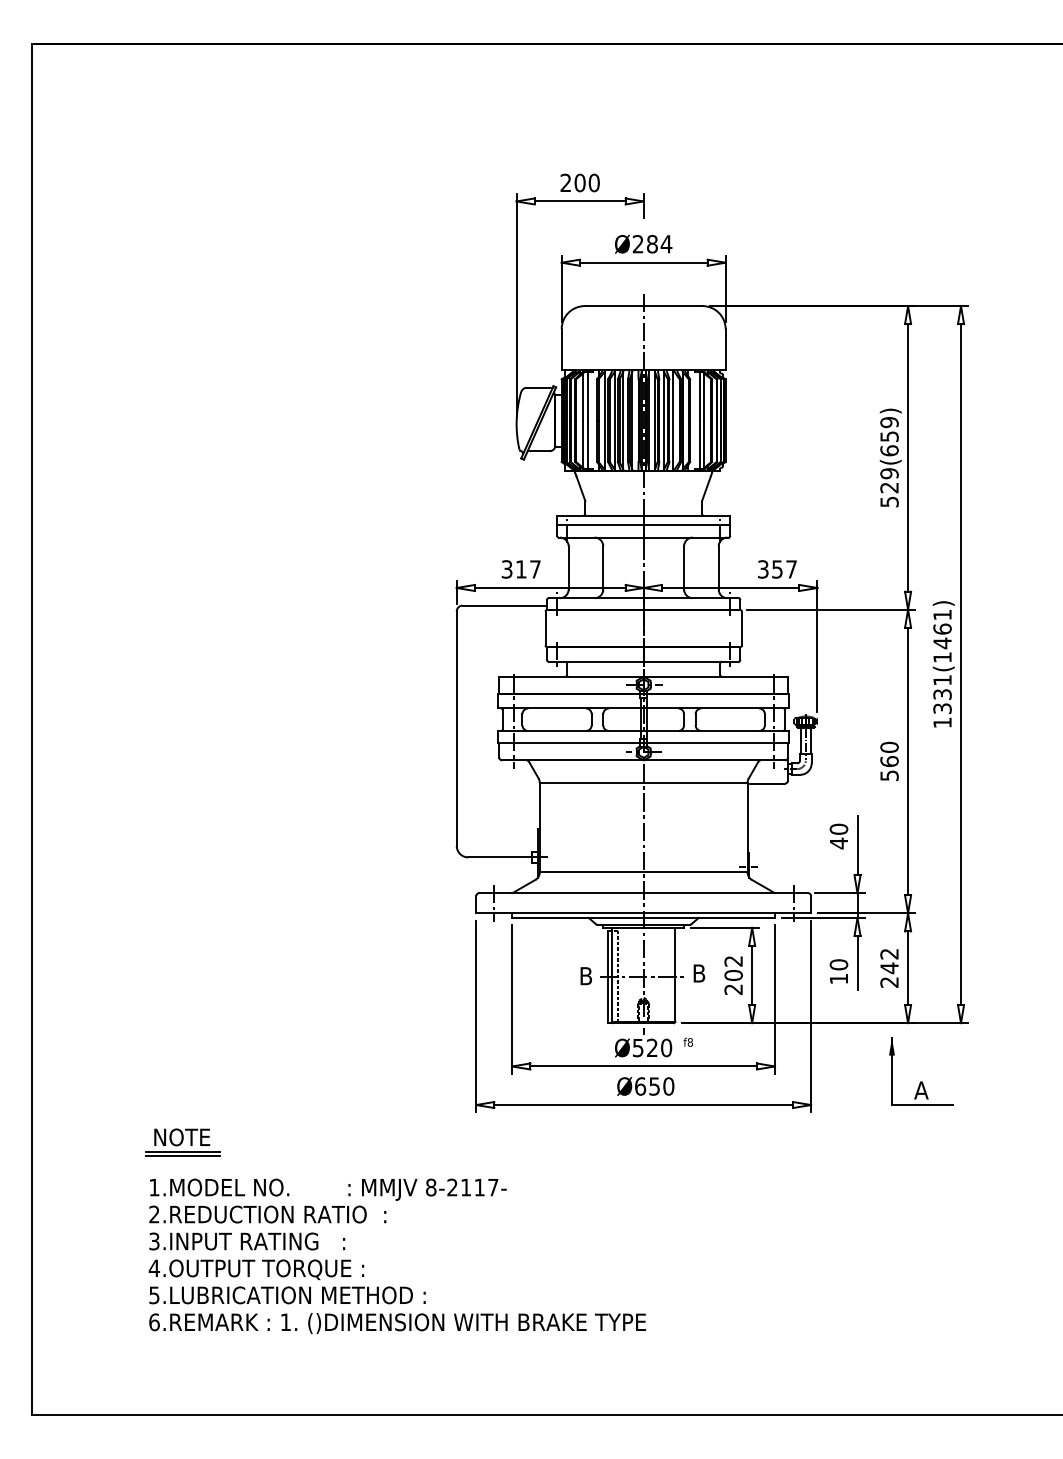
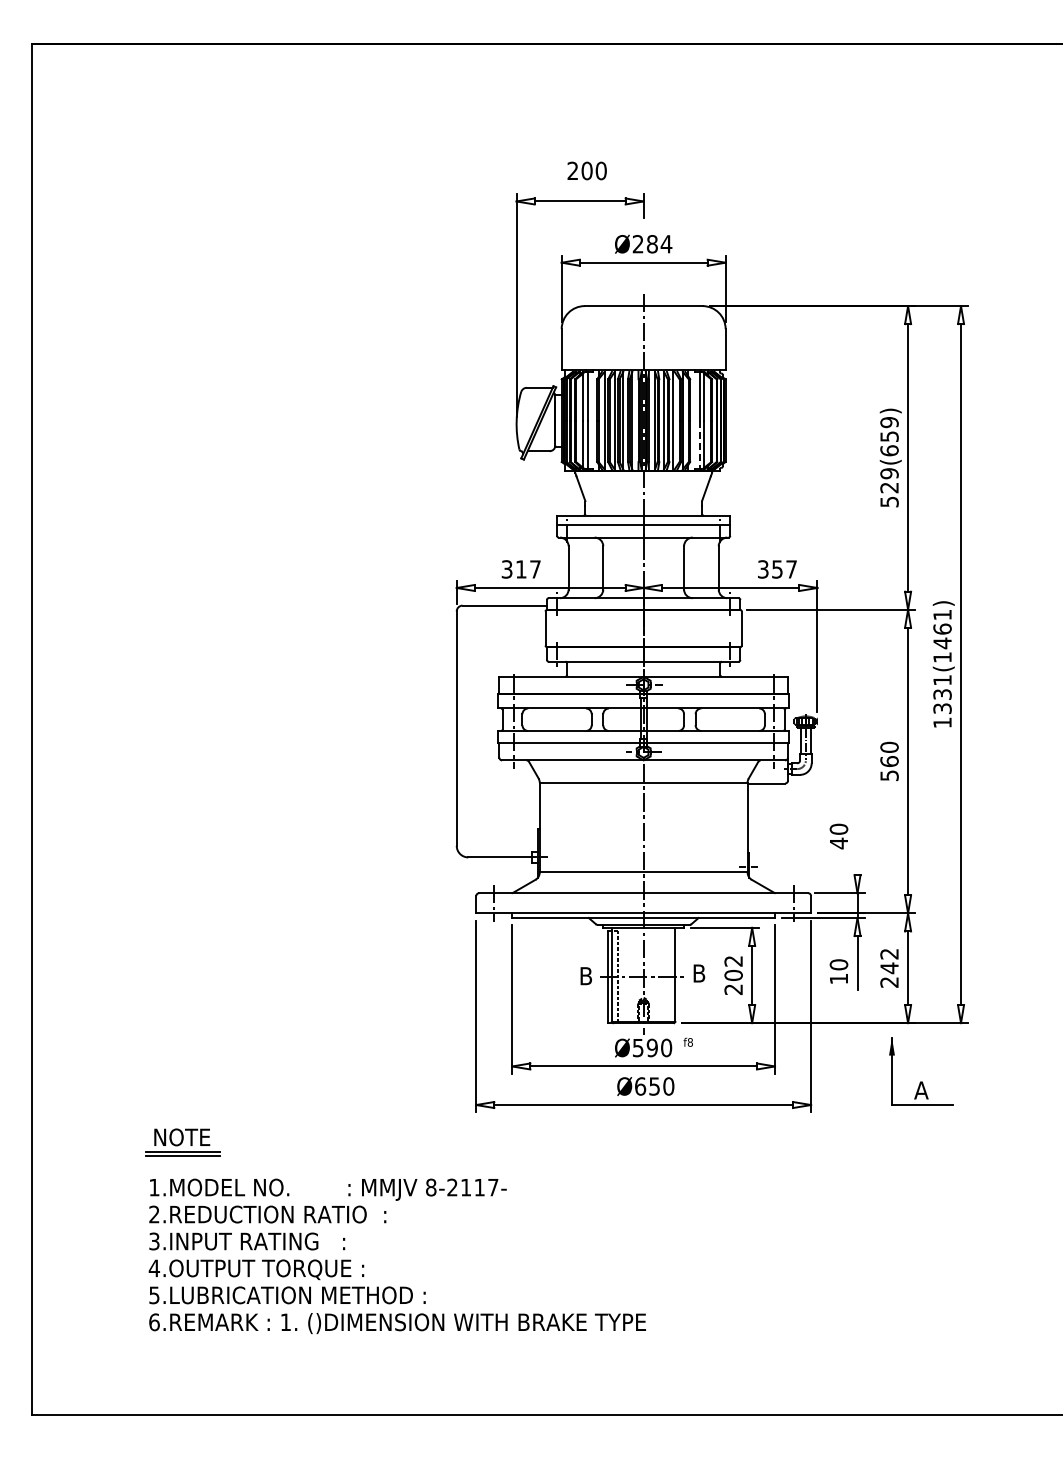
text at (579, 182) position: (579, 182) -> (586, 170)
line at (699, 445): solid -> dashed
line at (857, 845): present -> none
text at (651, 1047): Ø520 -> Ø590
